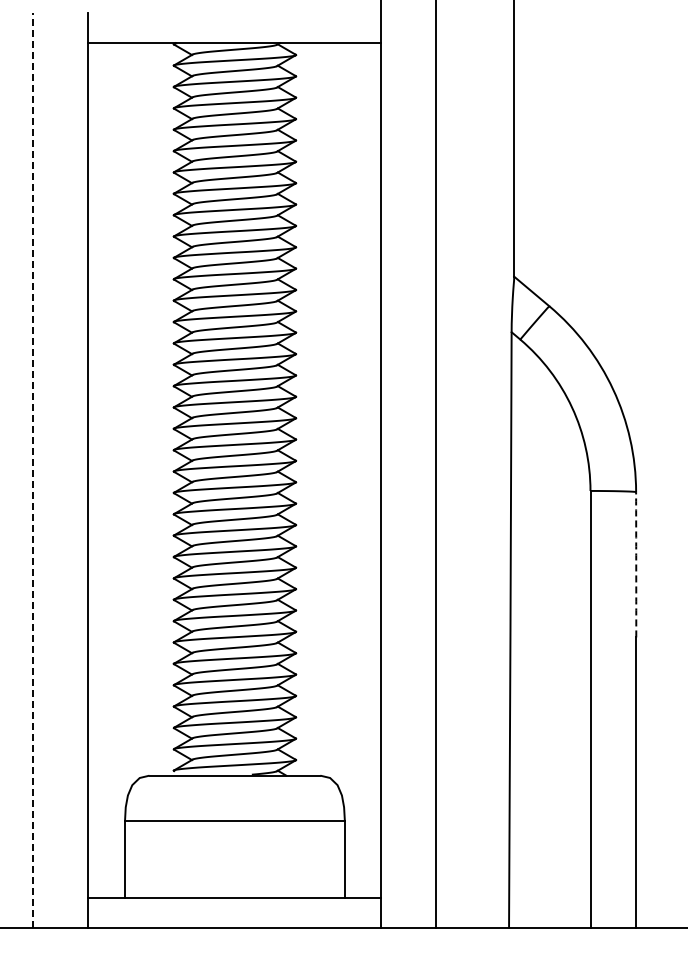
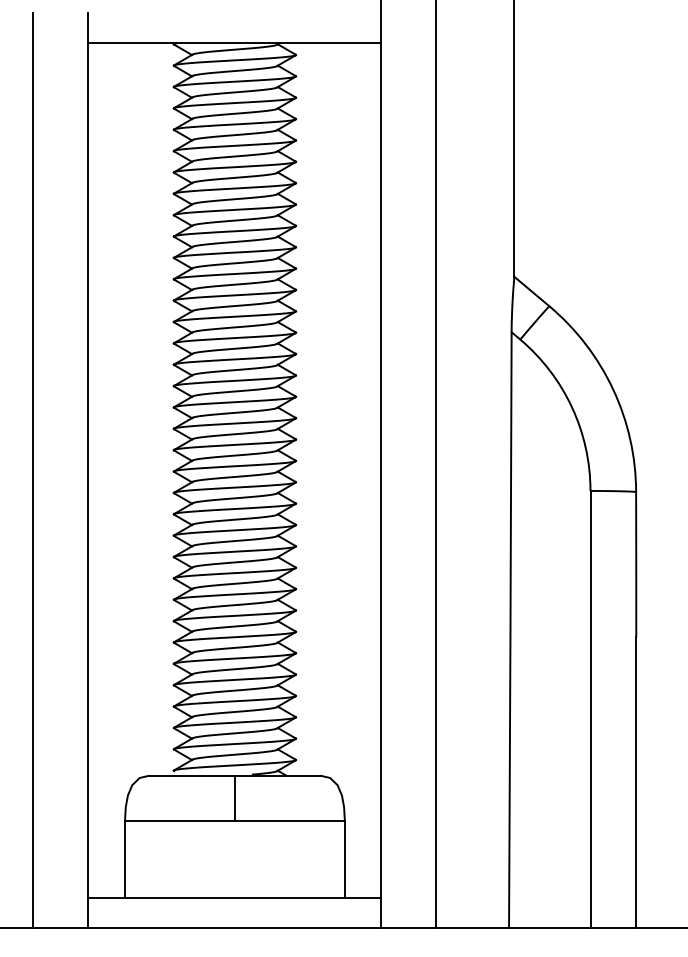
line at (33, 470): dashed -> solid
arc at (636, 564): dashed -> solid
line at (234, 798): none -> present
